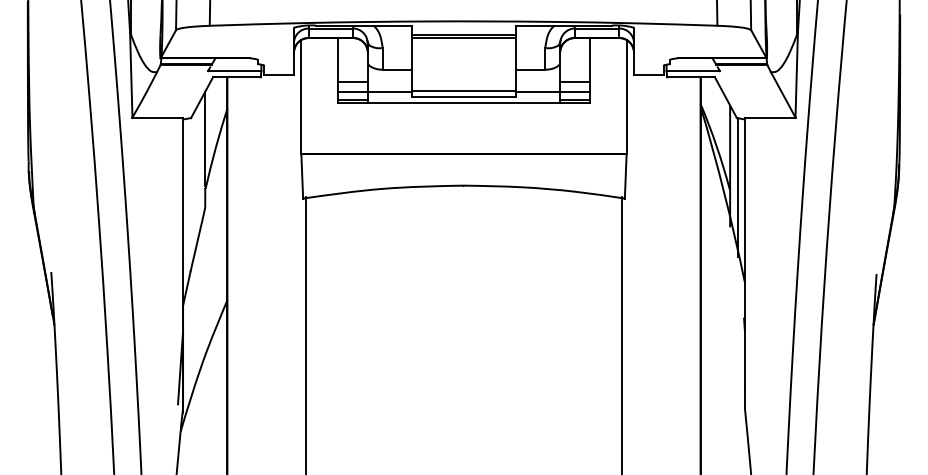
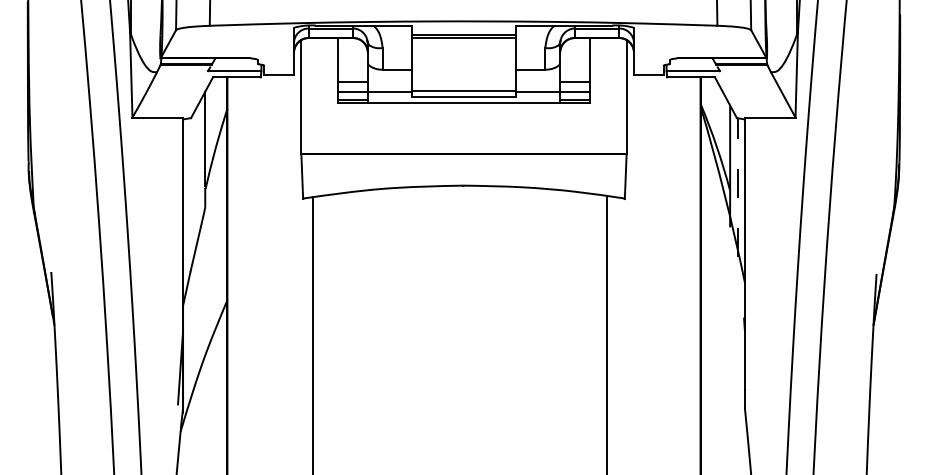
line at (737, 187): solid -> dashed
line at (306, 334) position: (306, 334) -> (313, 334)
line at (621, 334) position: (621, 334) -> (606, 334)
